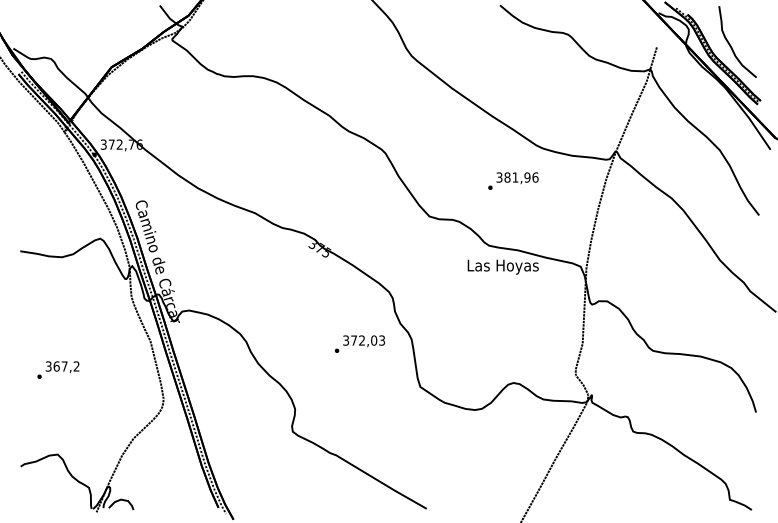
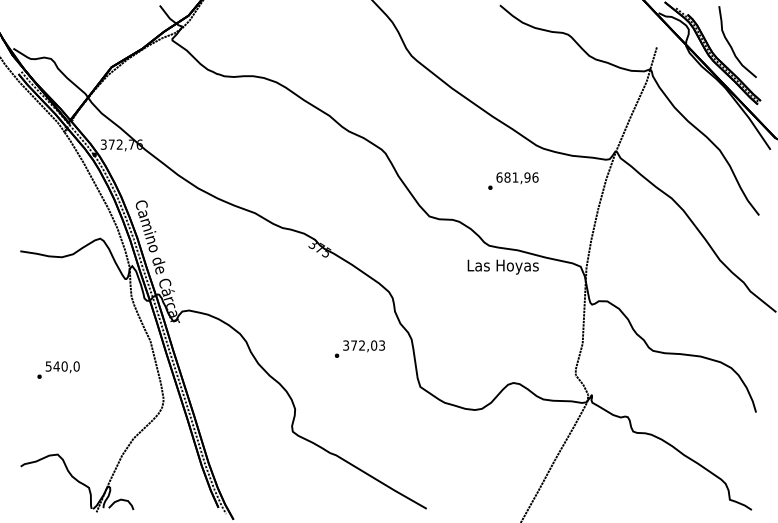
text at (499, 177): 381,96 -> 681,96
text at (359, 343) position: (359, 343) -> (359, 348)
text at (62, 366): 367,2 -> 540,0
